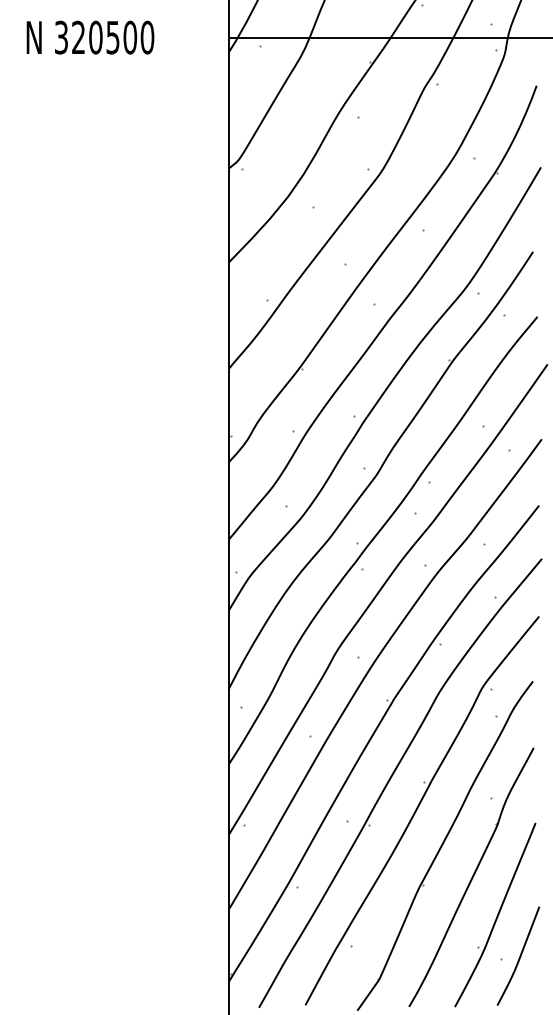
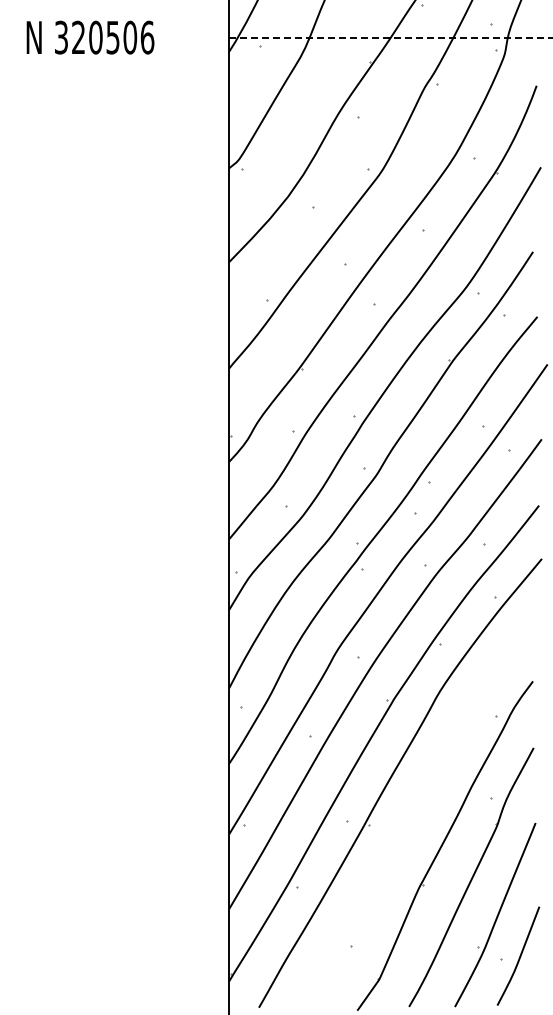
text at (147, 37): 320500 -> 320506
line at (391, 37): solid -> dashed
part at (421, 810): present -> none
